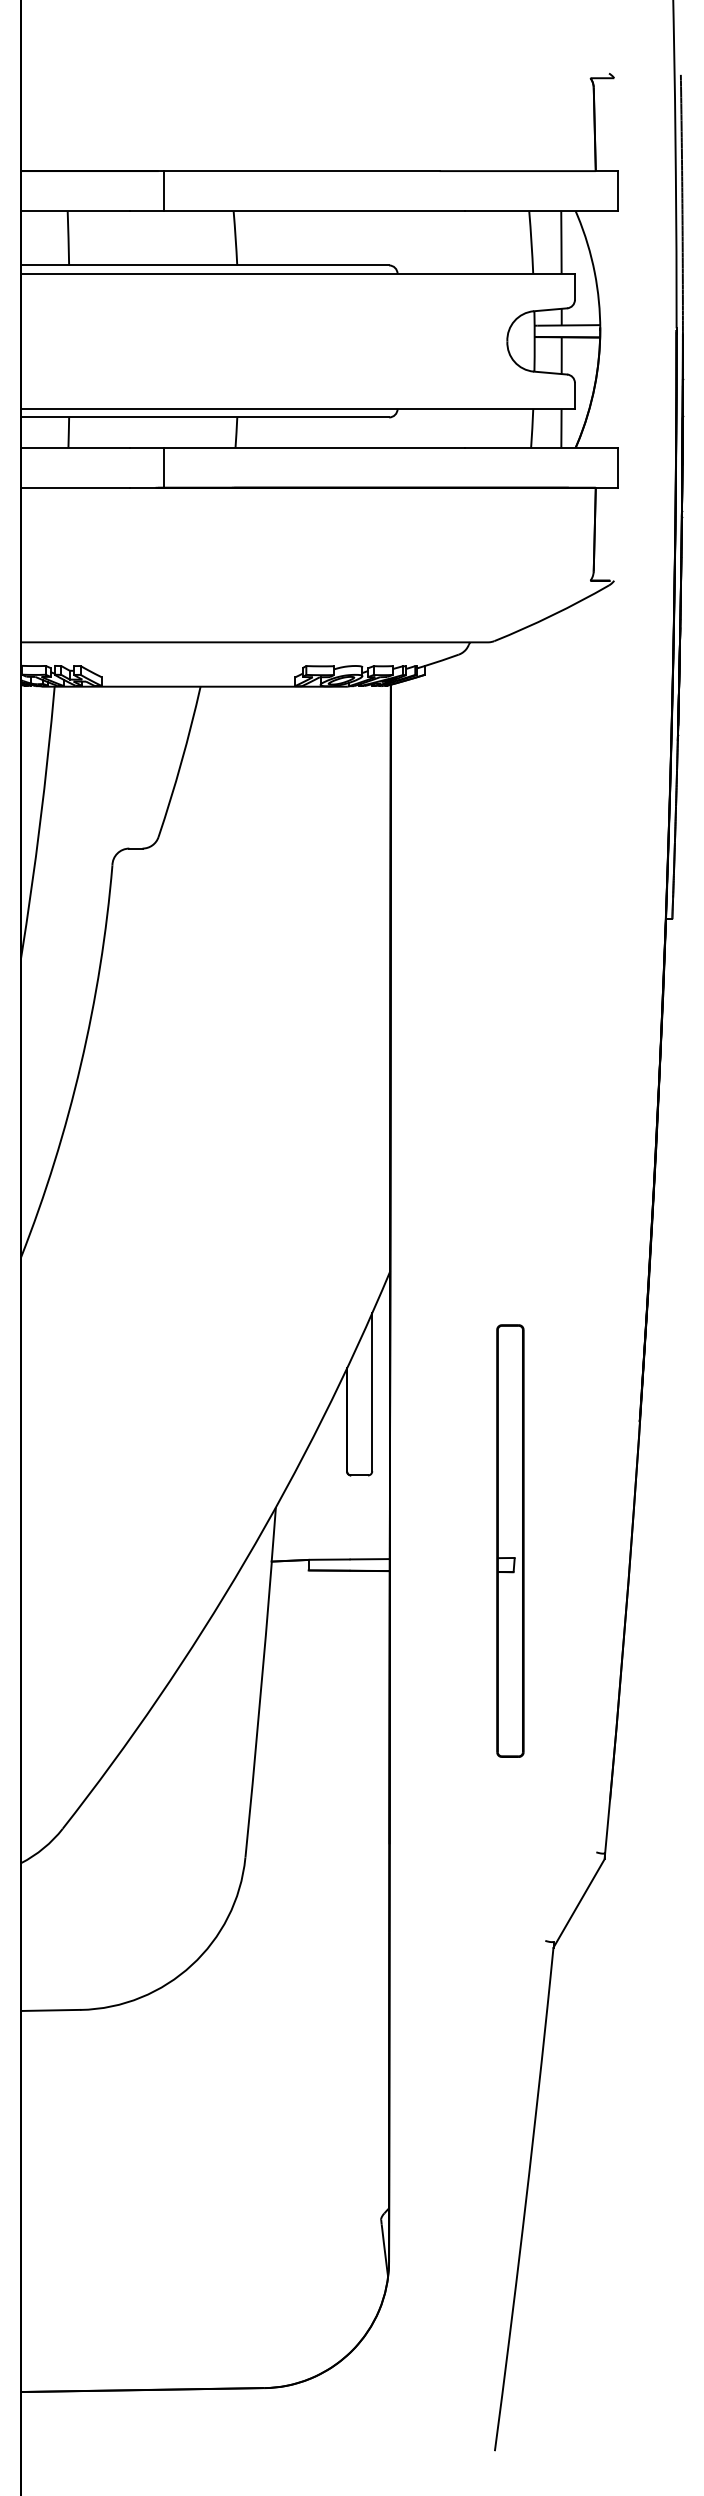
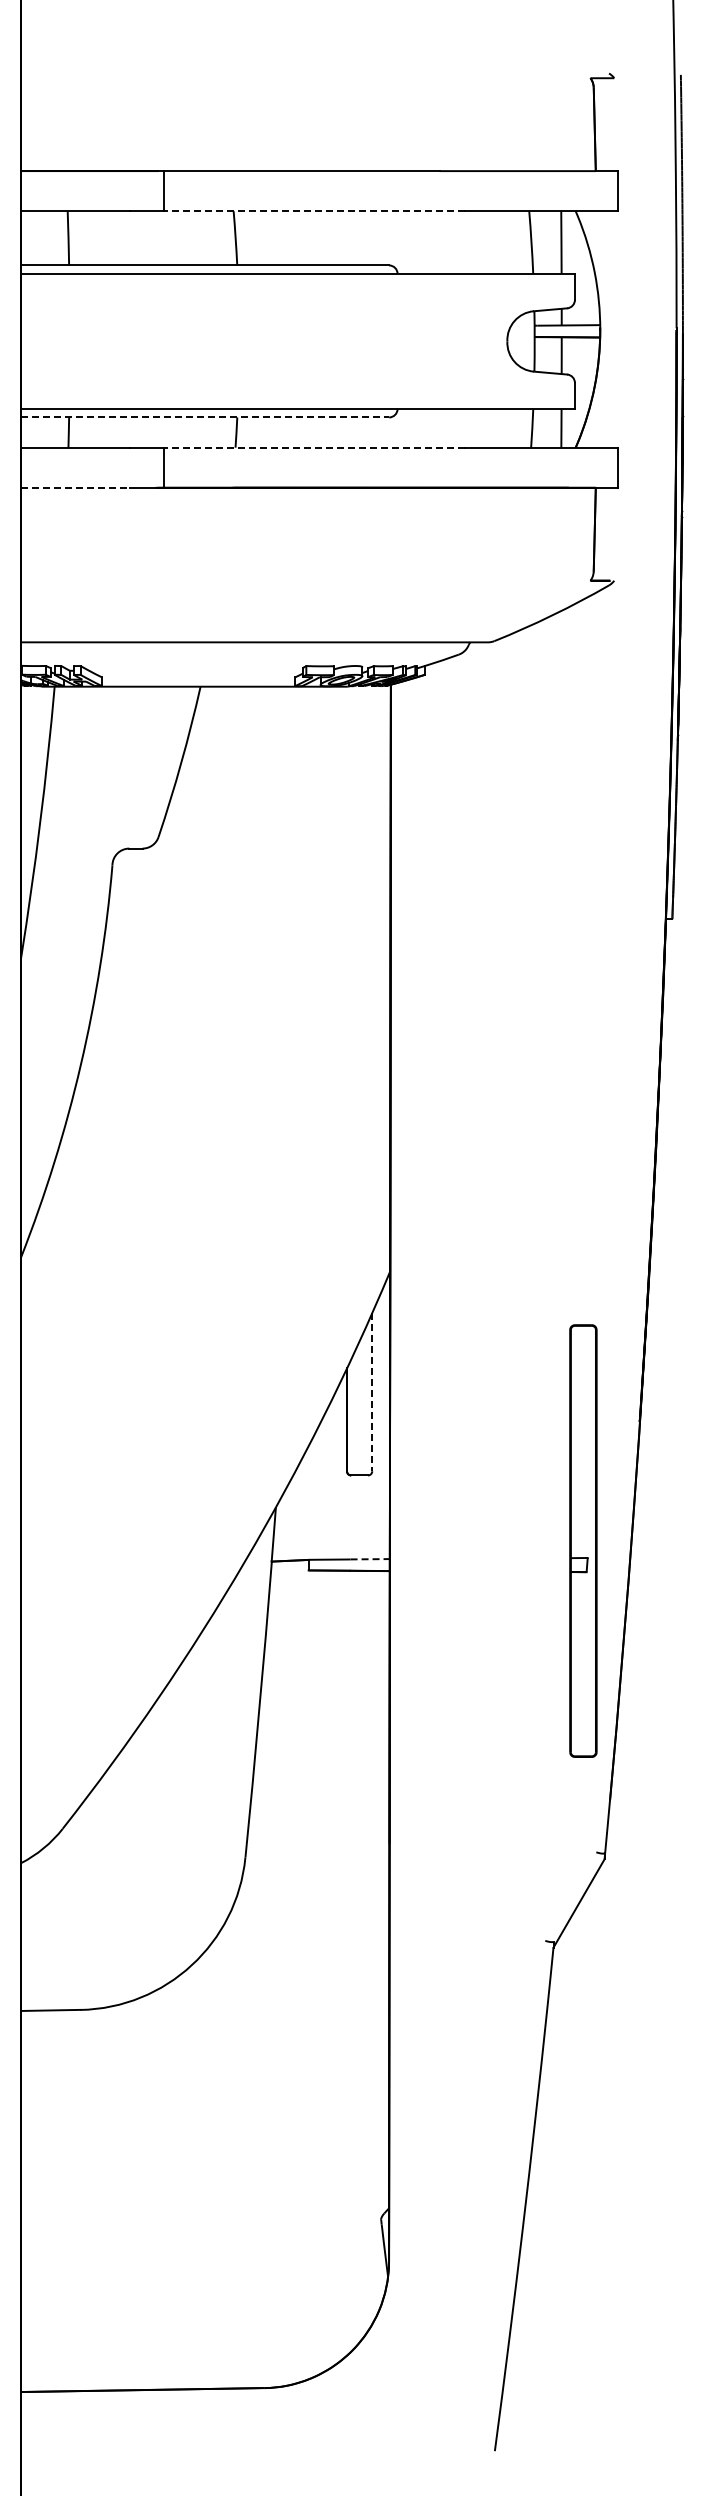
line at (314, 211): solid -> dashed
line at (205, 417): solid -> dashed
line at (314, 447): solid -> dashed
line at (75, 487): solid -> dashed
line at (372, 1392): solid -> dashed
part at (510, 1540) position: (510, 1540) -> (583, 1540)
line at (370, 1559): solid -> dashed
